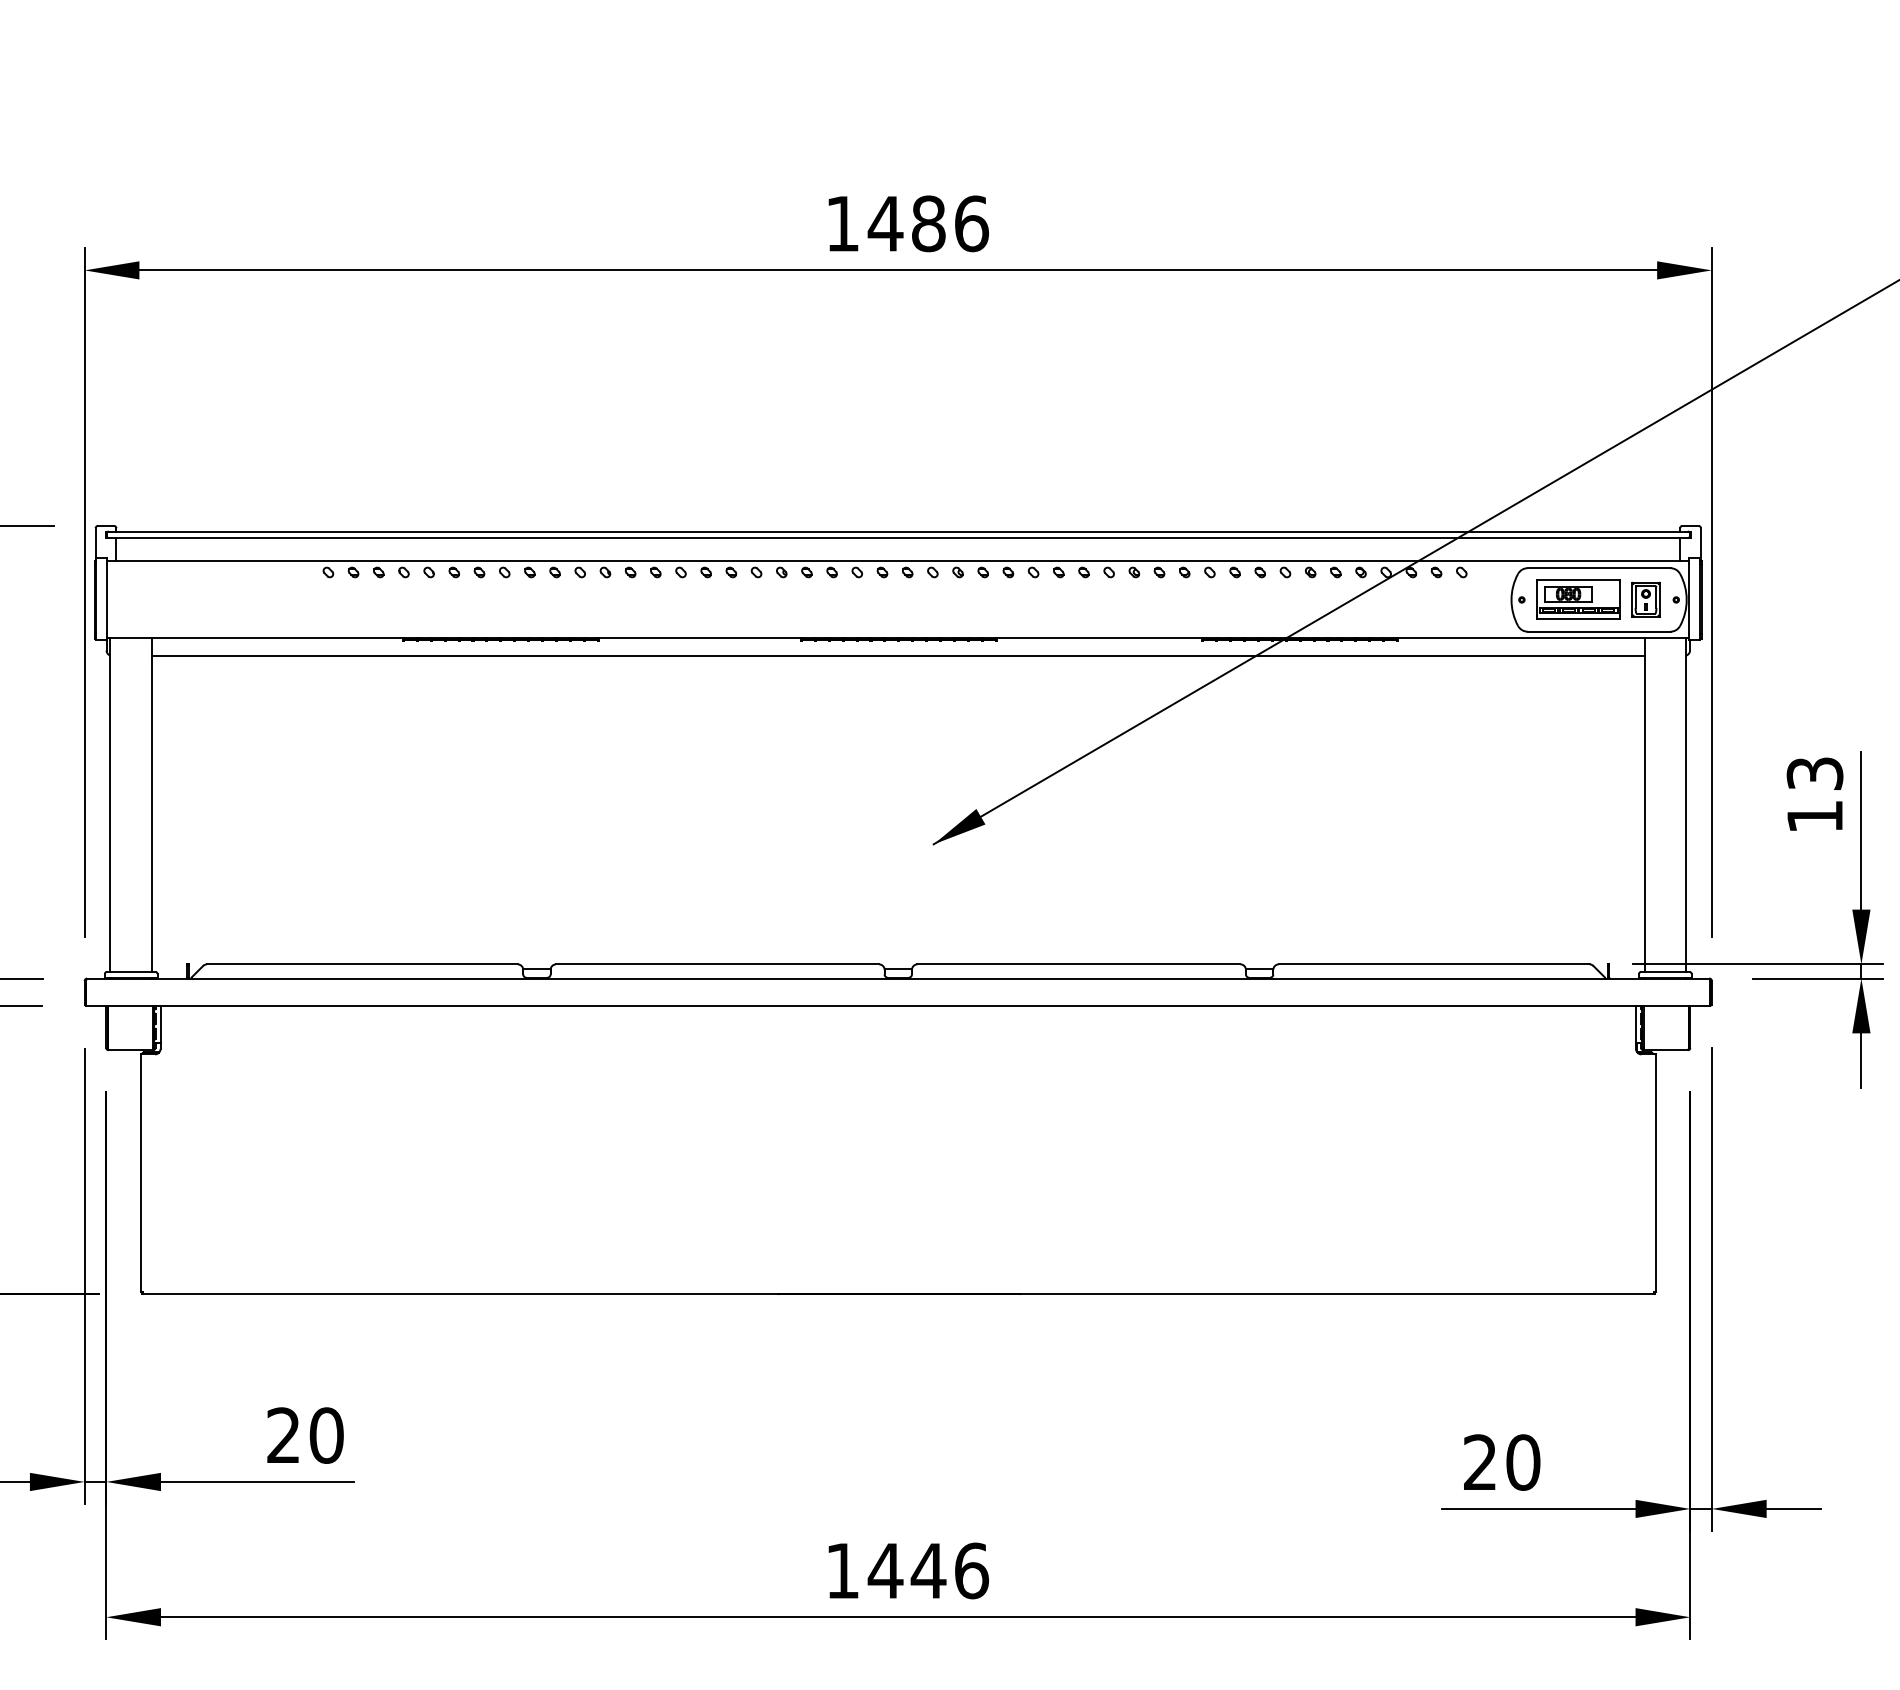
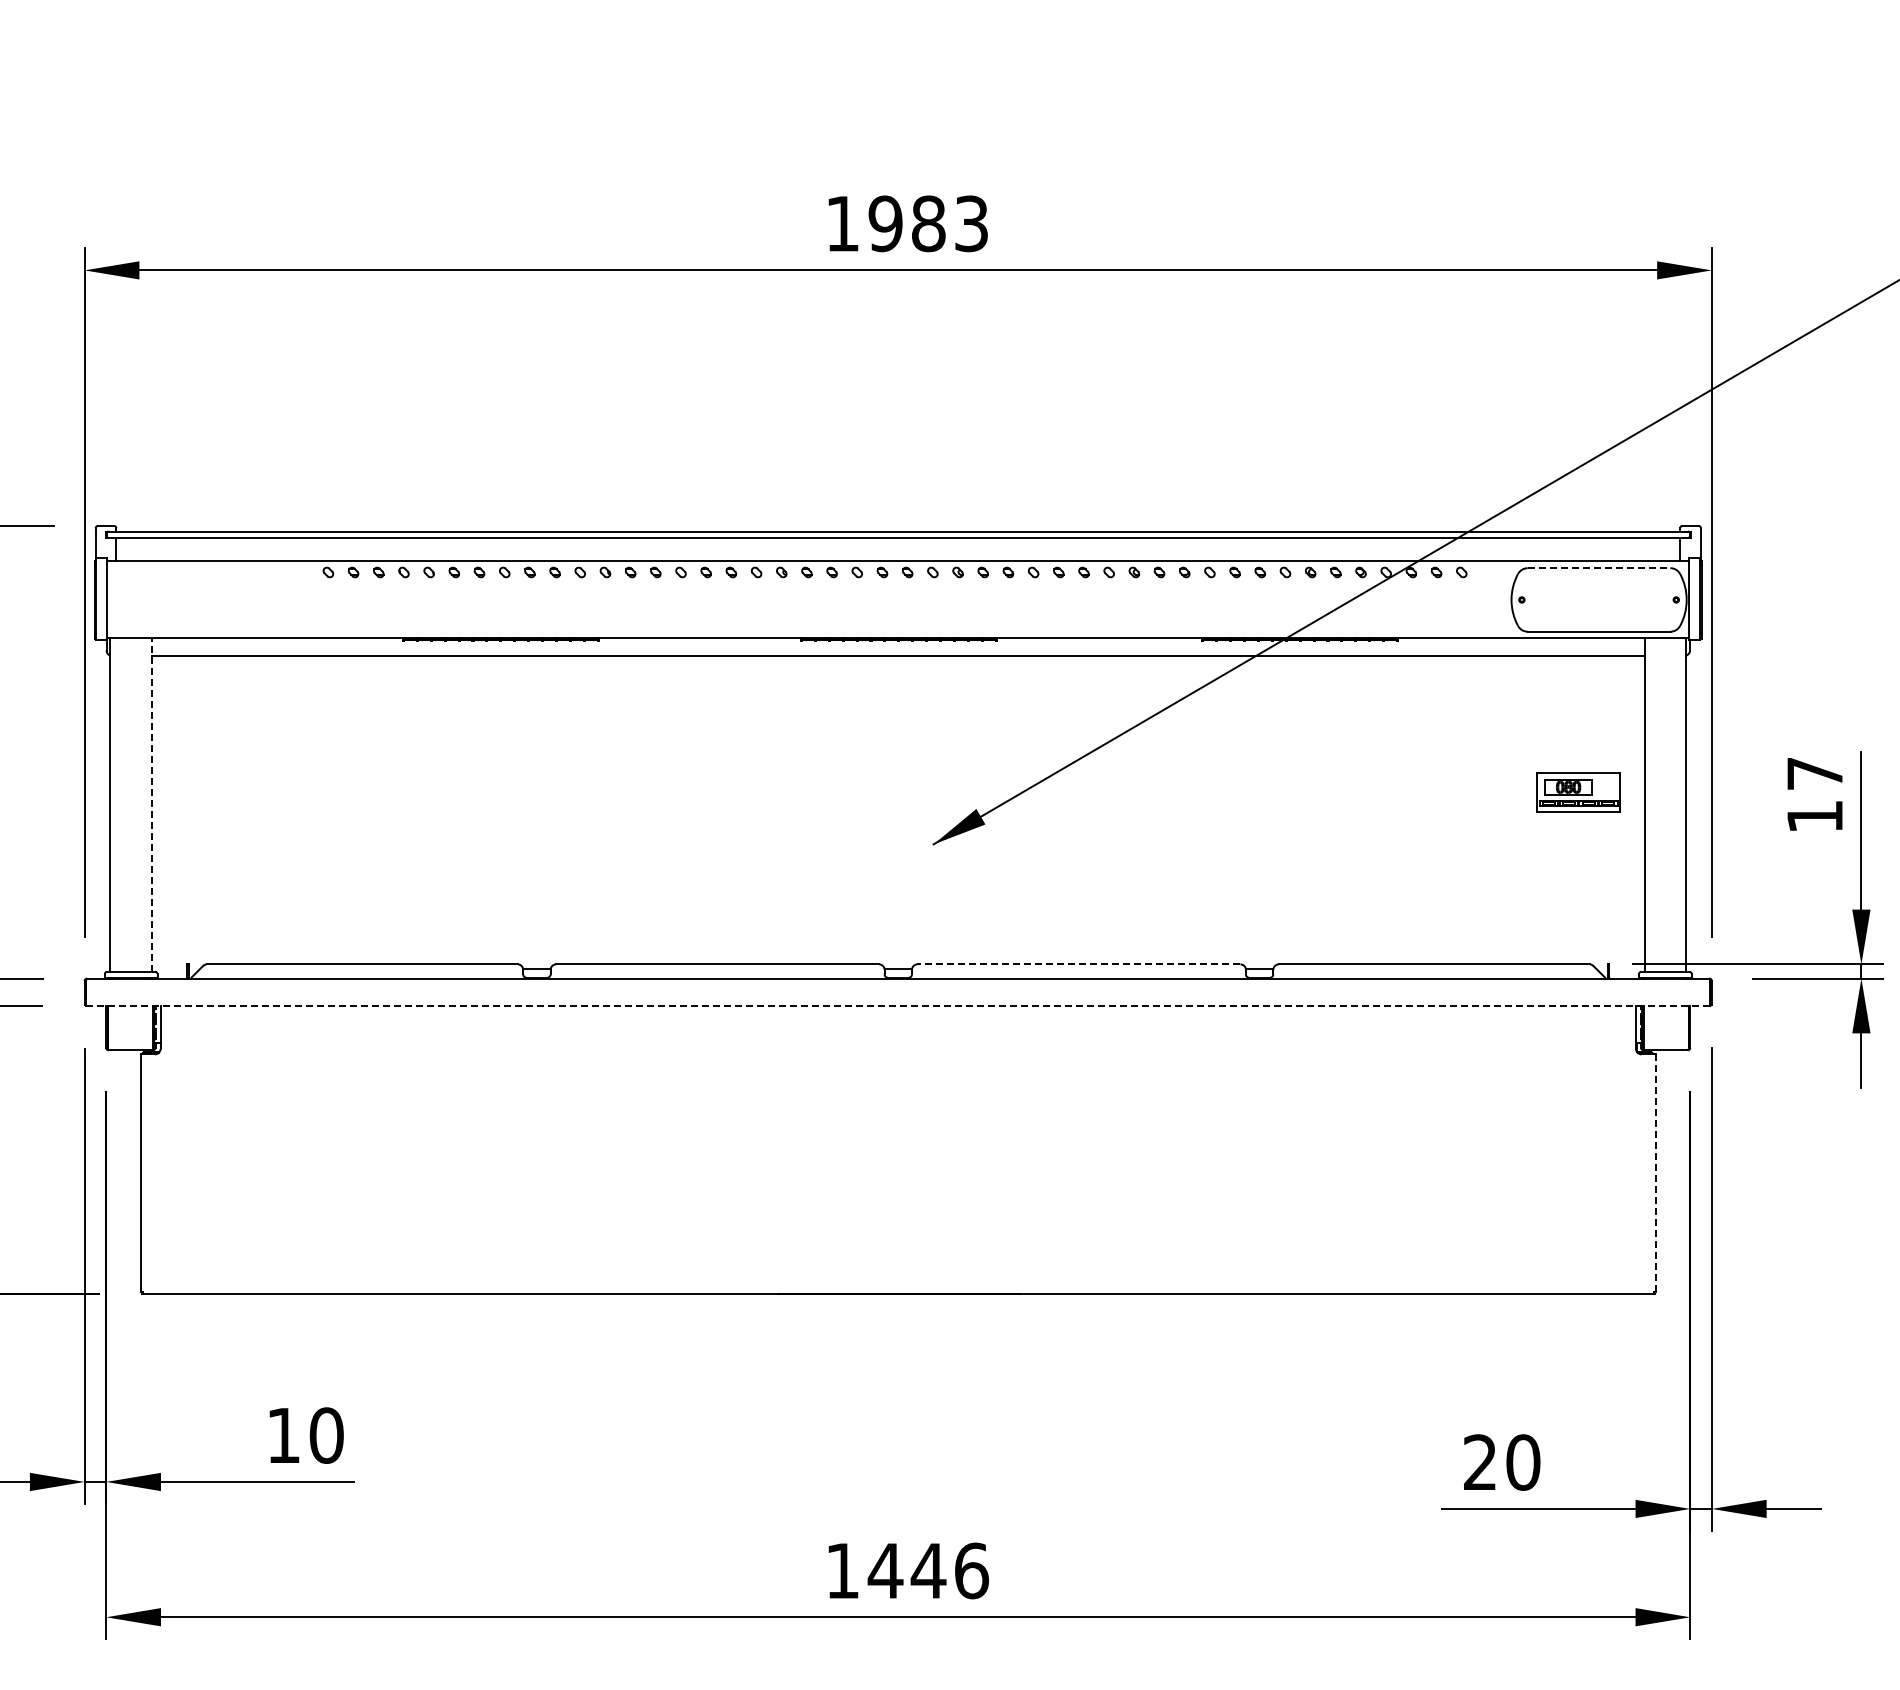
text at (928, 223): 1486 -> 1983
line at (1599, 568): solid -> dashed
part at (1578, 599) position: (1578, 599) -> (1578, 792)
part at (1645, 599): present -> none
text at (1814, 773): 13 -> 17
line at (152, 804): solid -> dashed
line at (1078, 964): solid -> dashed
line at (897, 1005): solid -> dashed
line at (1655, 1173): solid -> dashed
text at (283, 1434): 20 -> 10
